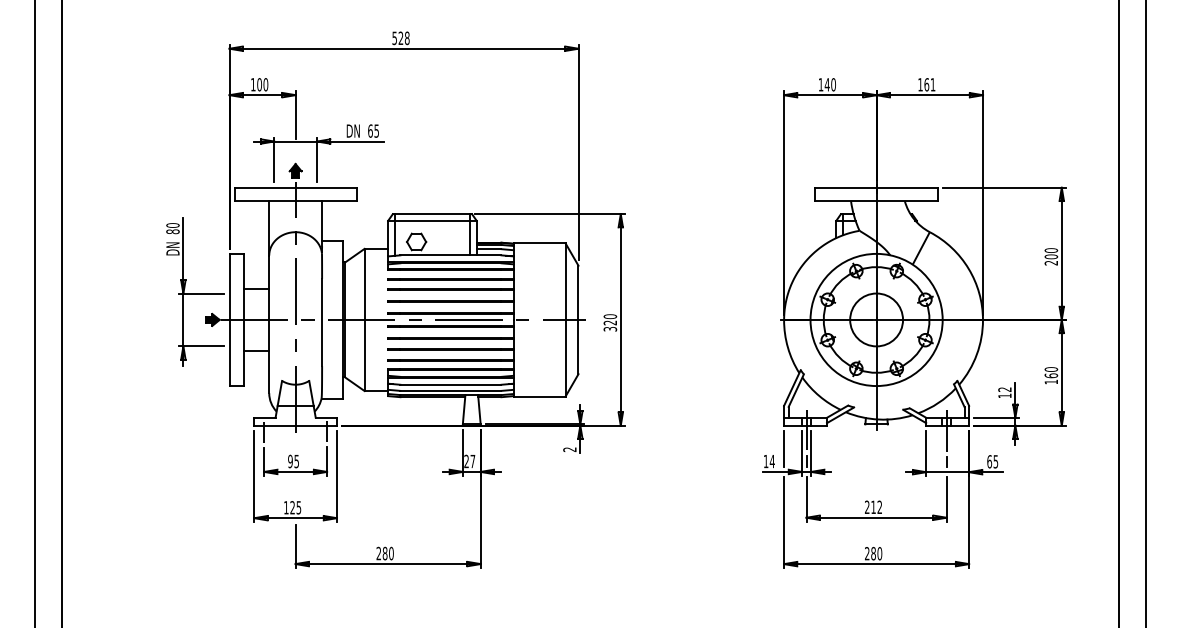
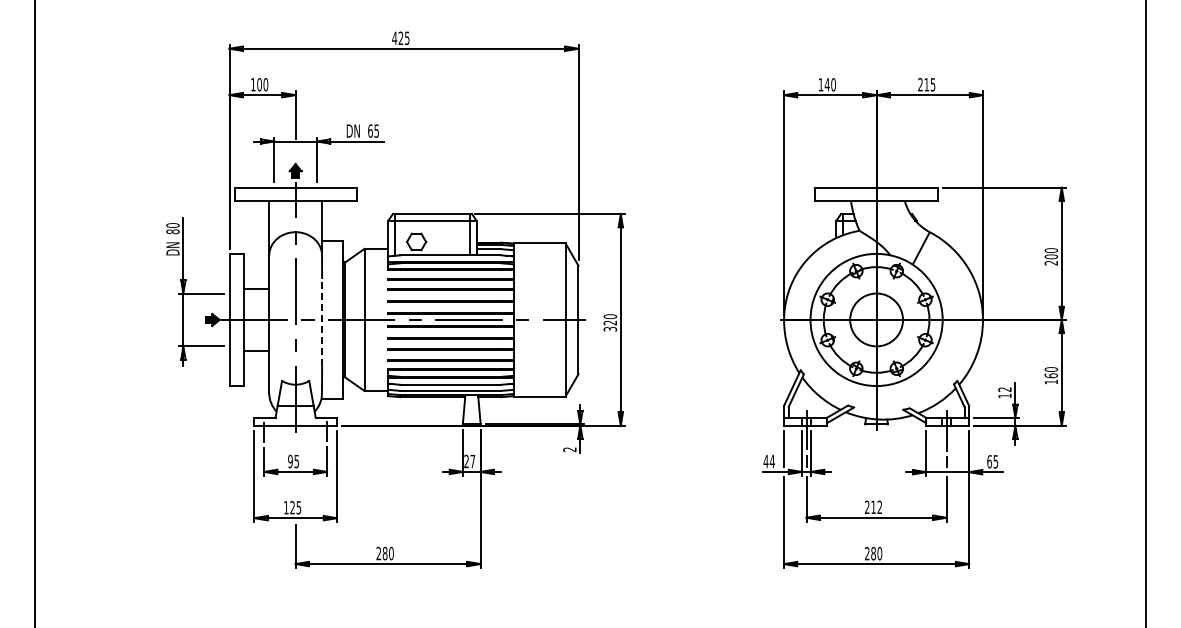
text at (400, 38): 528 -> 425
text at (926, 84): 161 -> 215
line at (61, 313): present -> none
line at (1119, 313): present -> none
line at (322, 322): solid -> dashed
text at (765, 461): 14 -> 44
